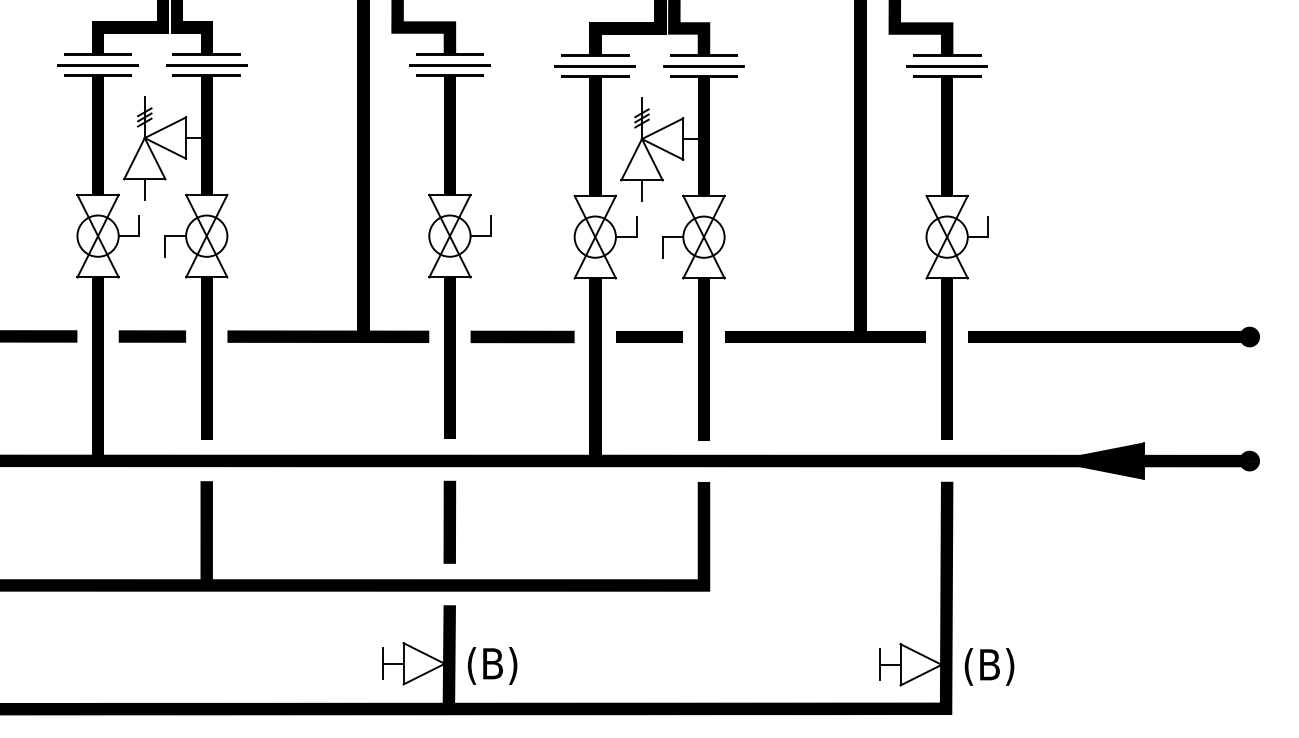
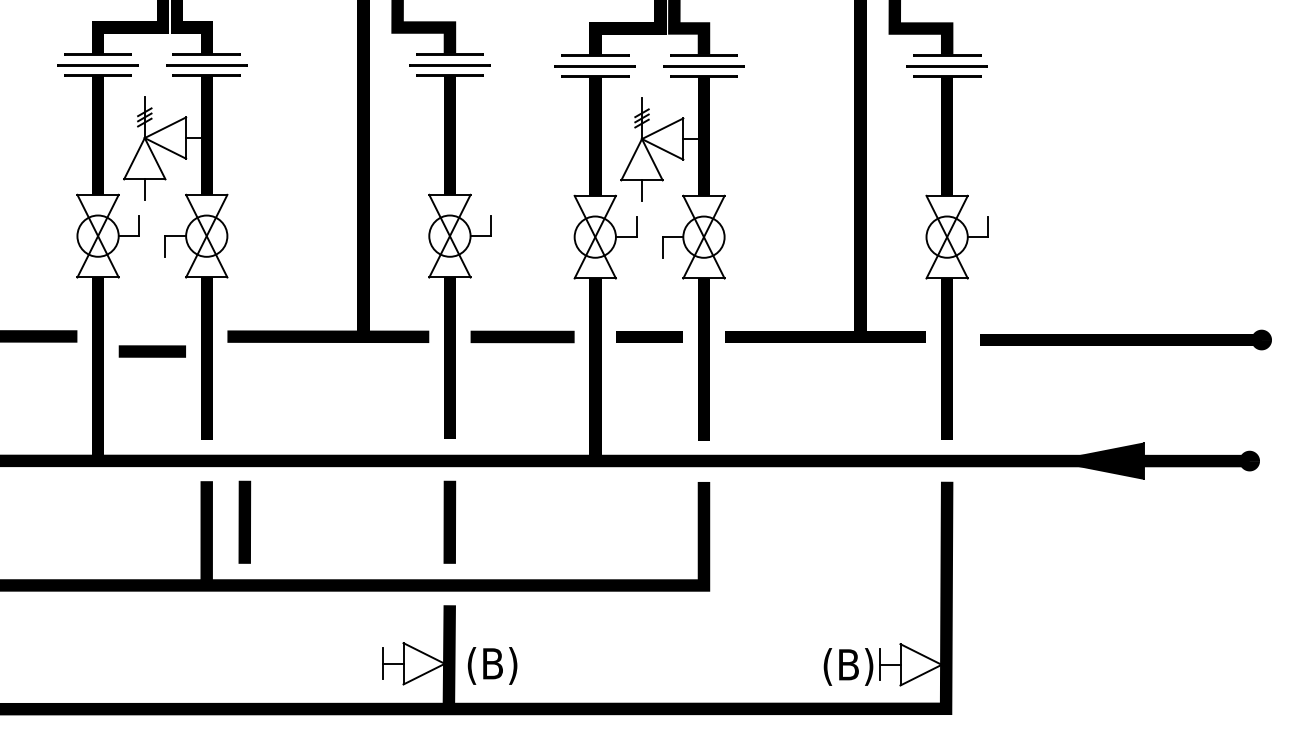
line at (151, 336) position: (151, 336) -> (151, 351)
part at (1113, 336) position: (1113, 336) -> (1125, 339)
line at (244, 521): none -> present
text at (989, 666) position: (989, 666) -> (848, 666)
